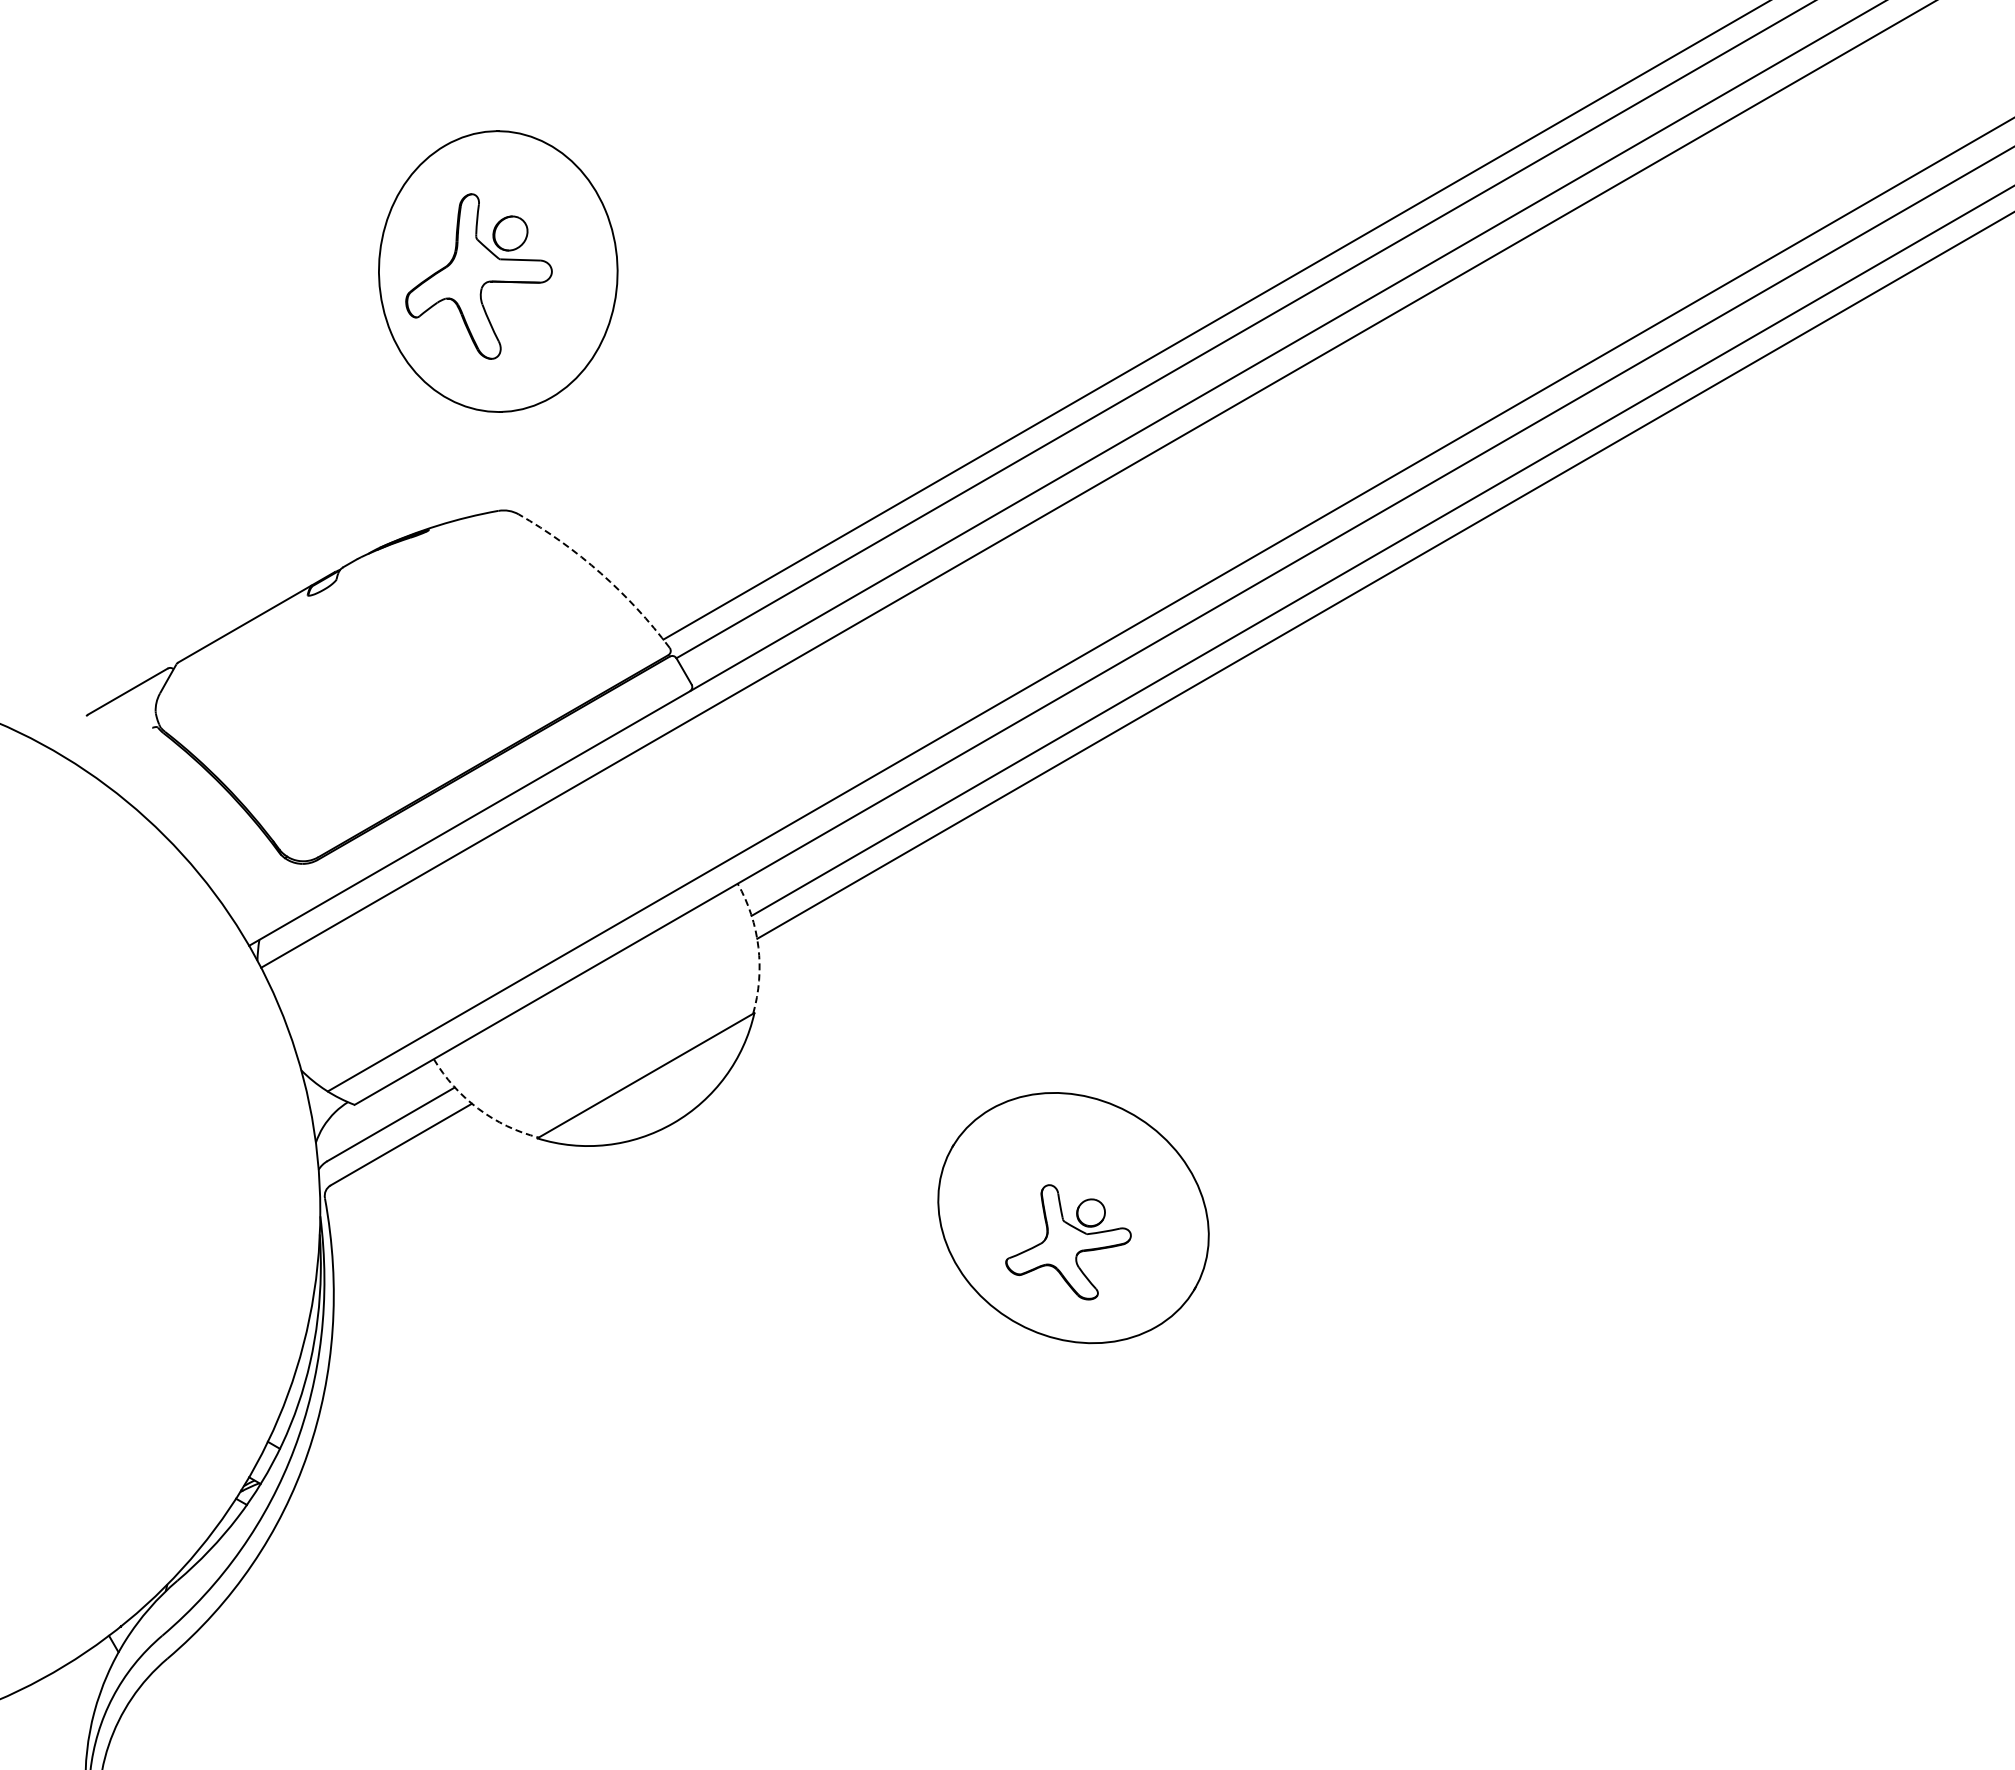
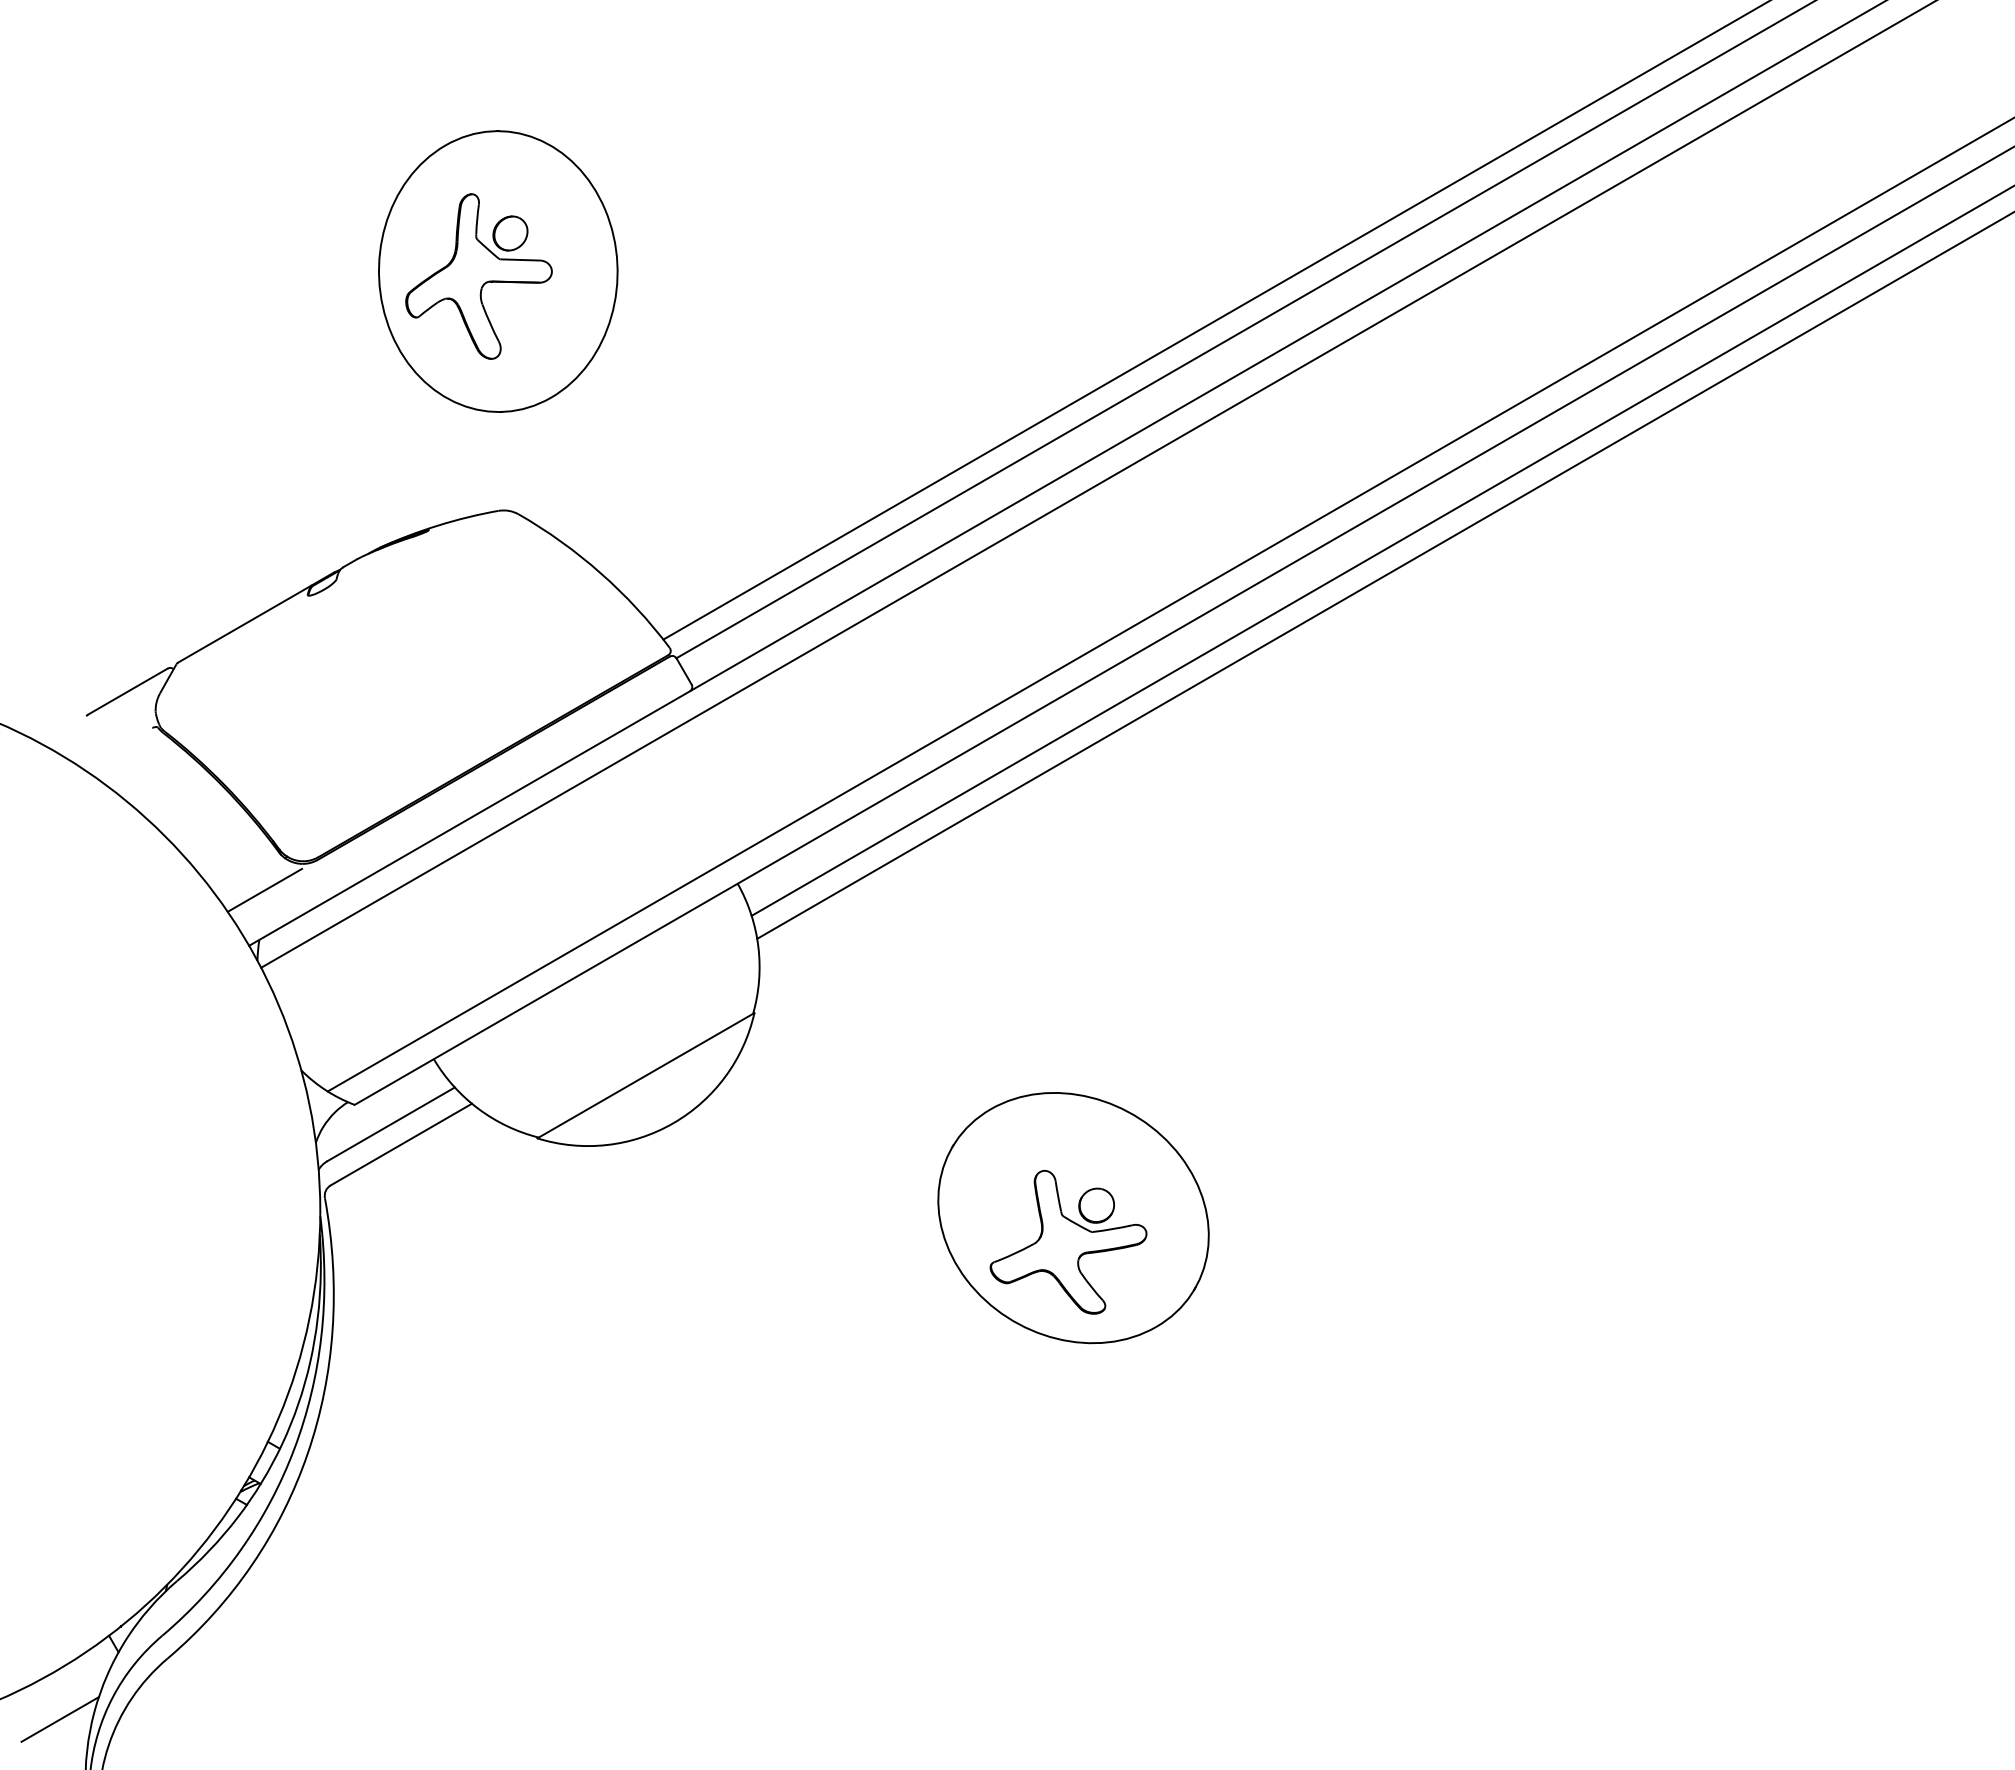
arc at (601, 573): dashed -> solid
line at (264, 889): none -> present
arc at (758, 947): dashed -> solid
arc at (478, 1108): dashed -> solid
part at (1068, 1242) size: 127x117 px -> 159x145 px
line at (59, 1719): none -> present
